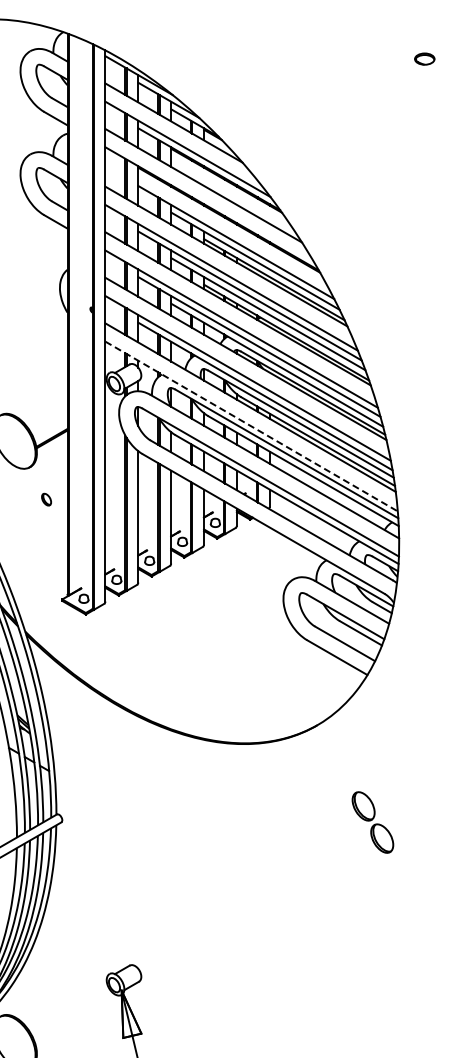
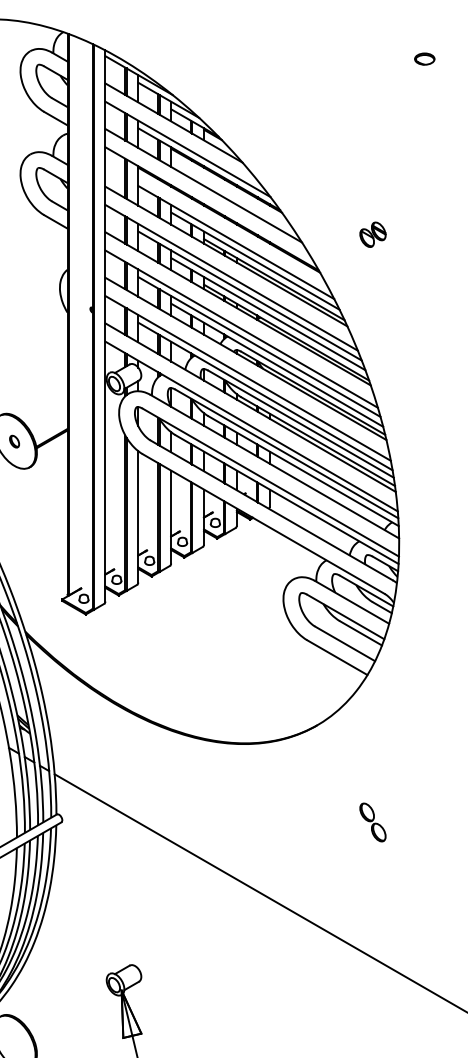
part at (372, 234): none -> present
line at (252, 426): dashed -> solid
part at (46, 499) position: (46, 499) -> (14, 441)
part at (372, 822) size: 44x63 px -> 28x41 px
line at (259, 892): none -> present
